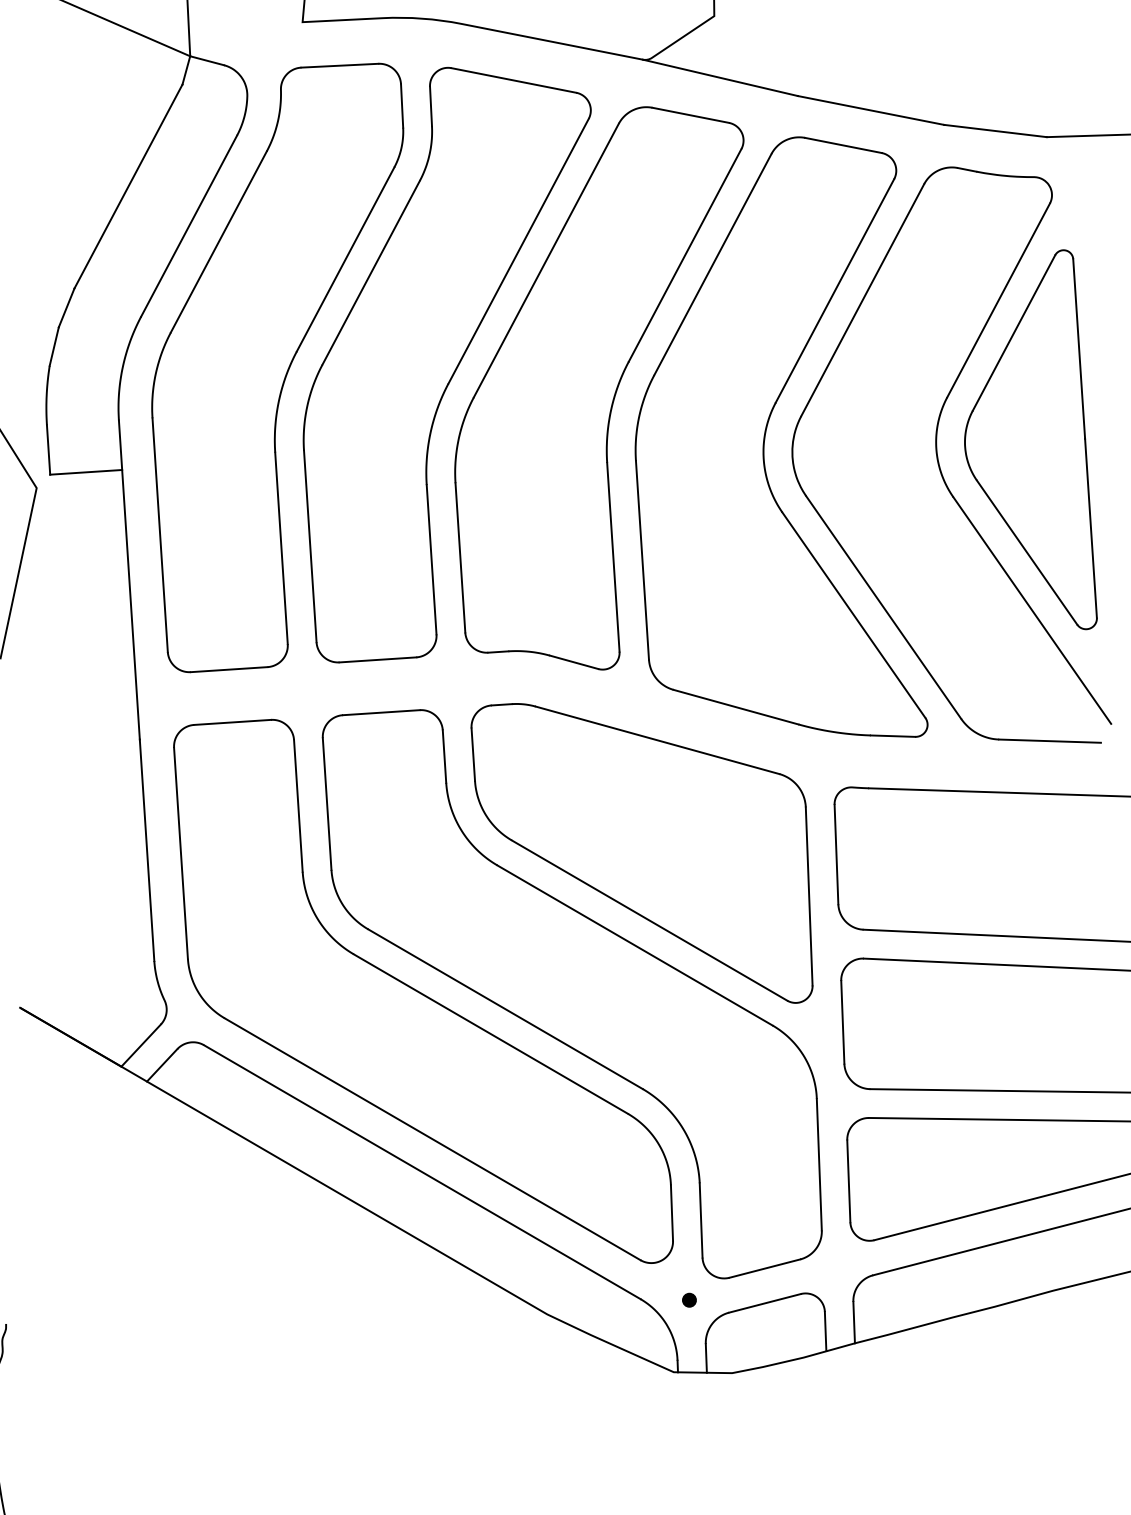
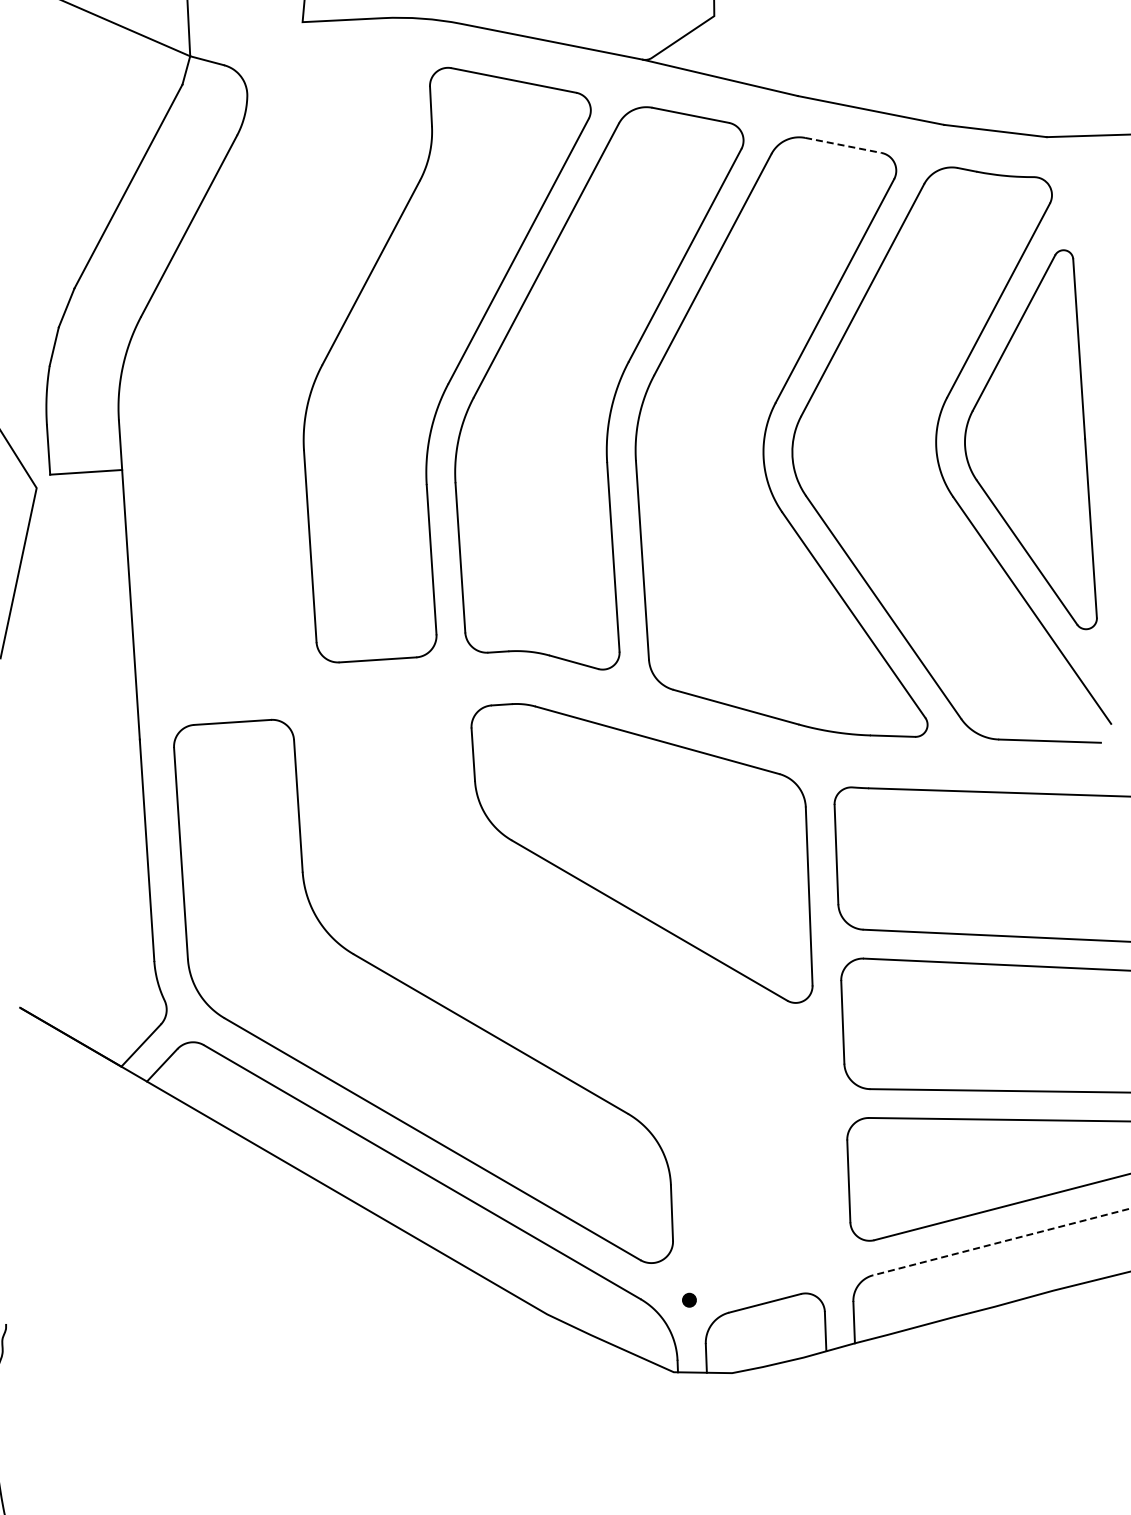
line at (843, 145): solid -> dashed
part at (277, 367): present -> none
part at (571, 994): present -> none
line at (1001, 1241): solid -> dashed
